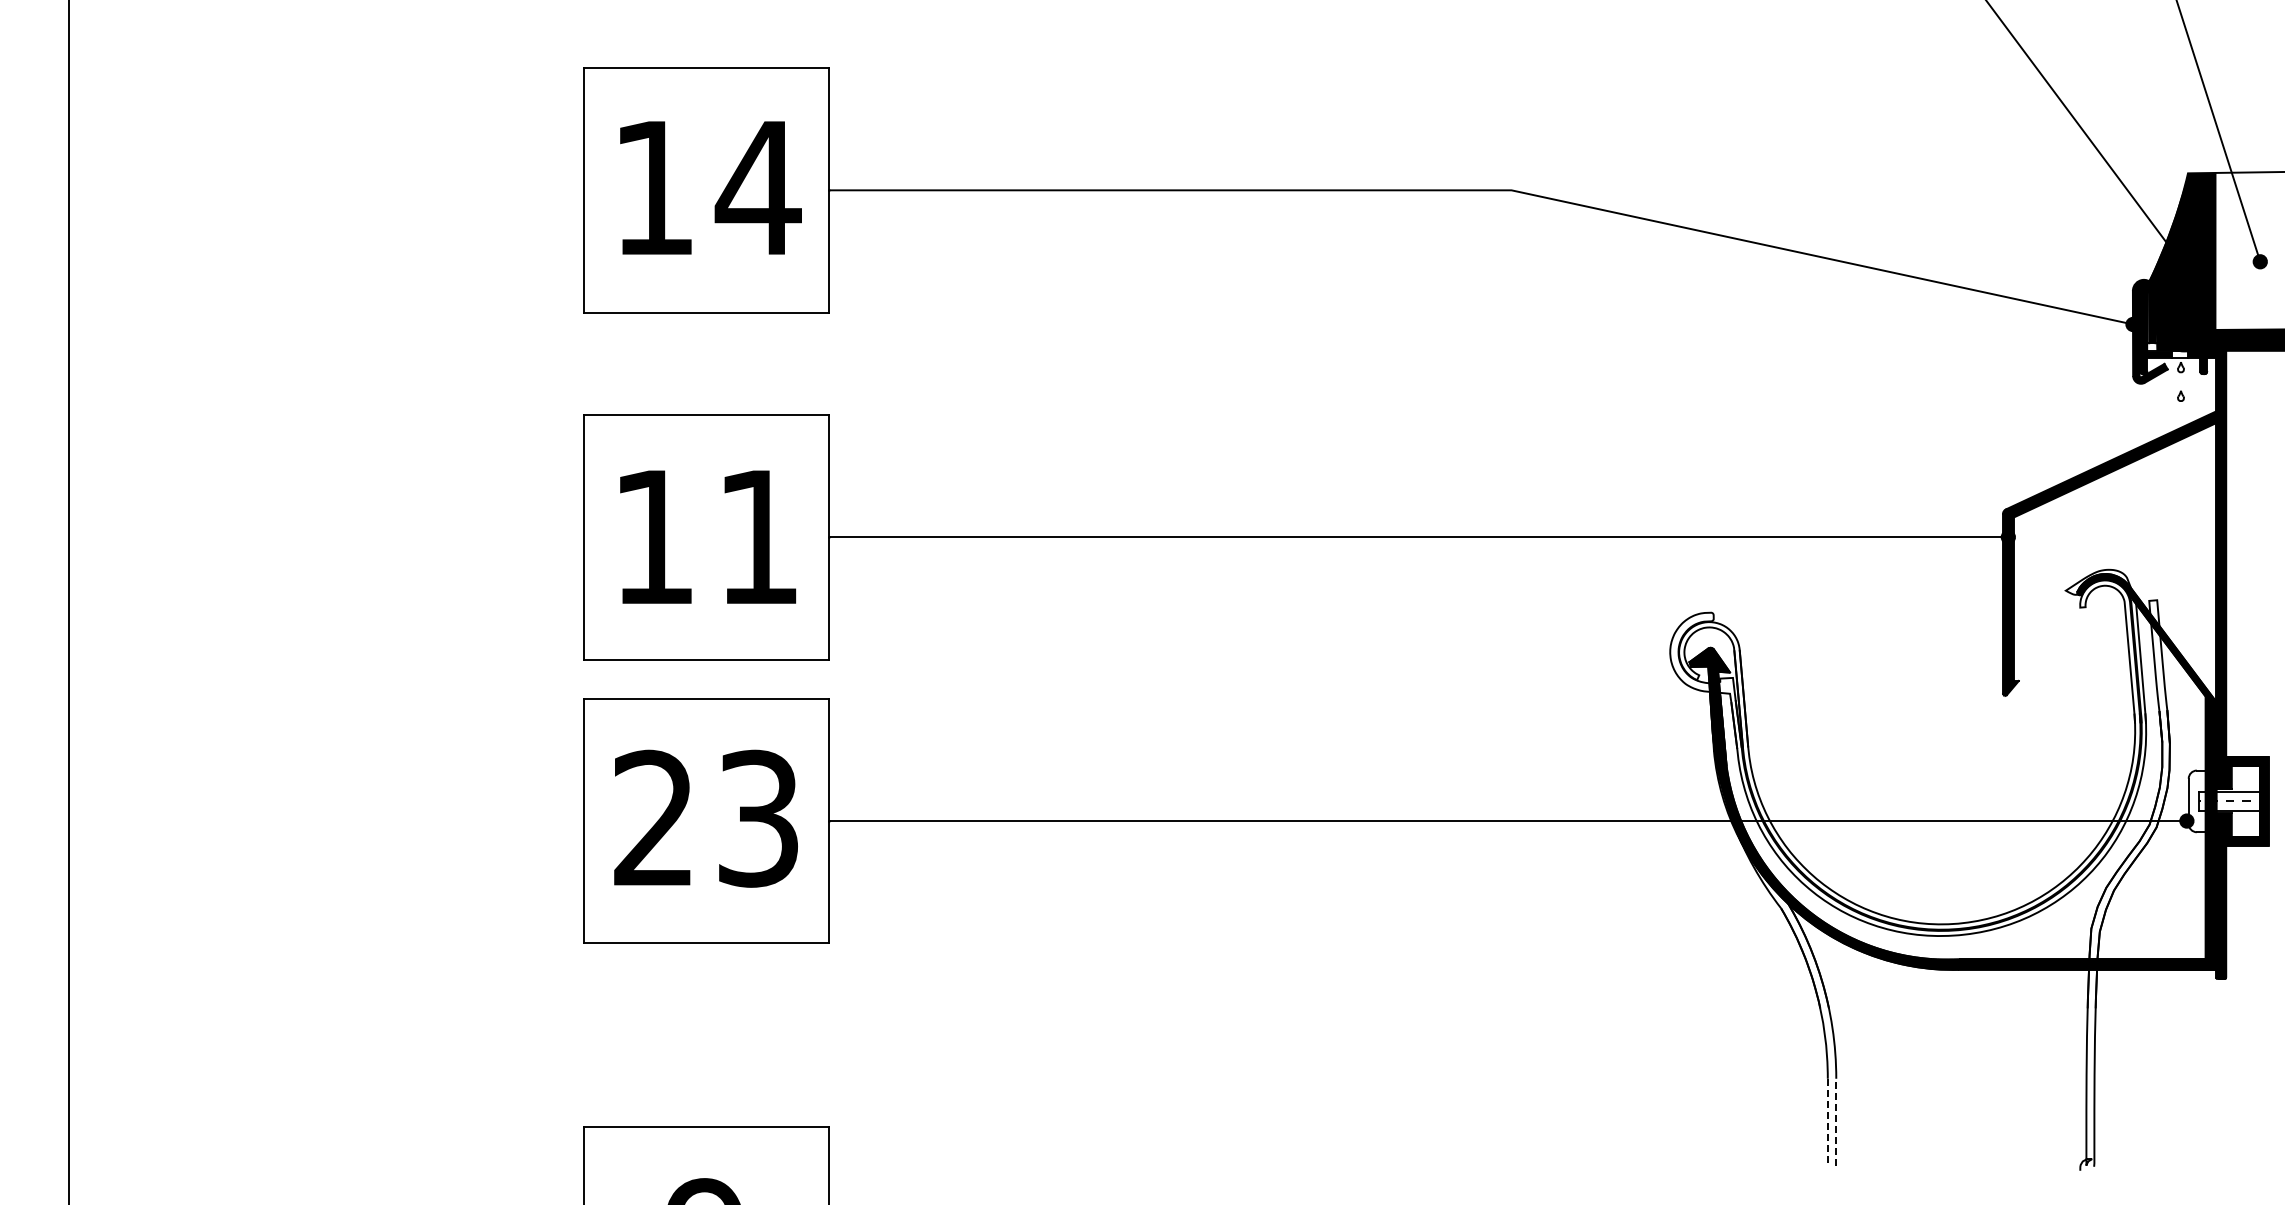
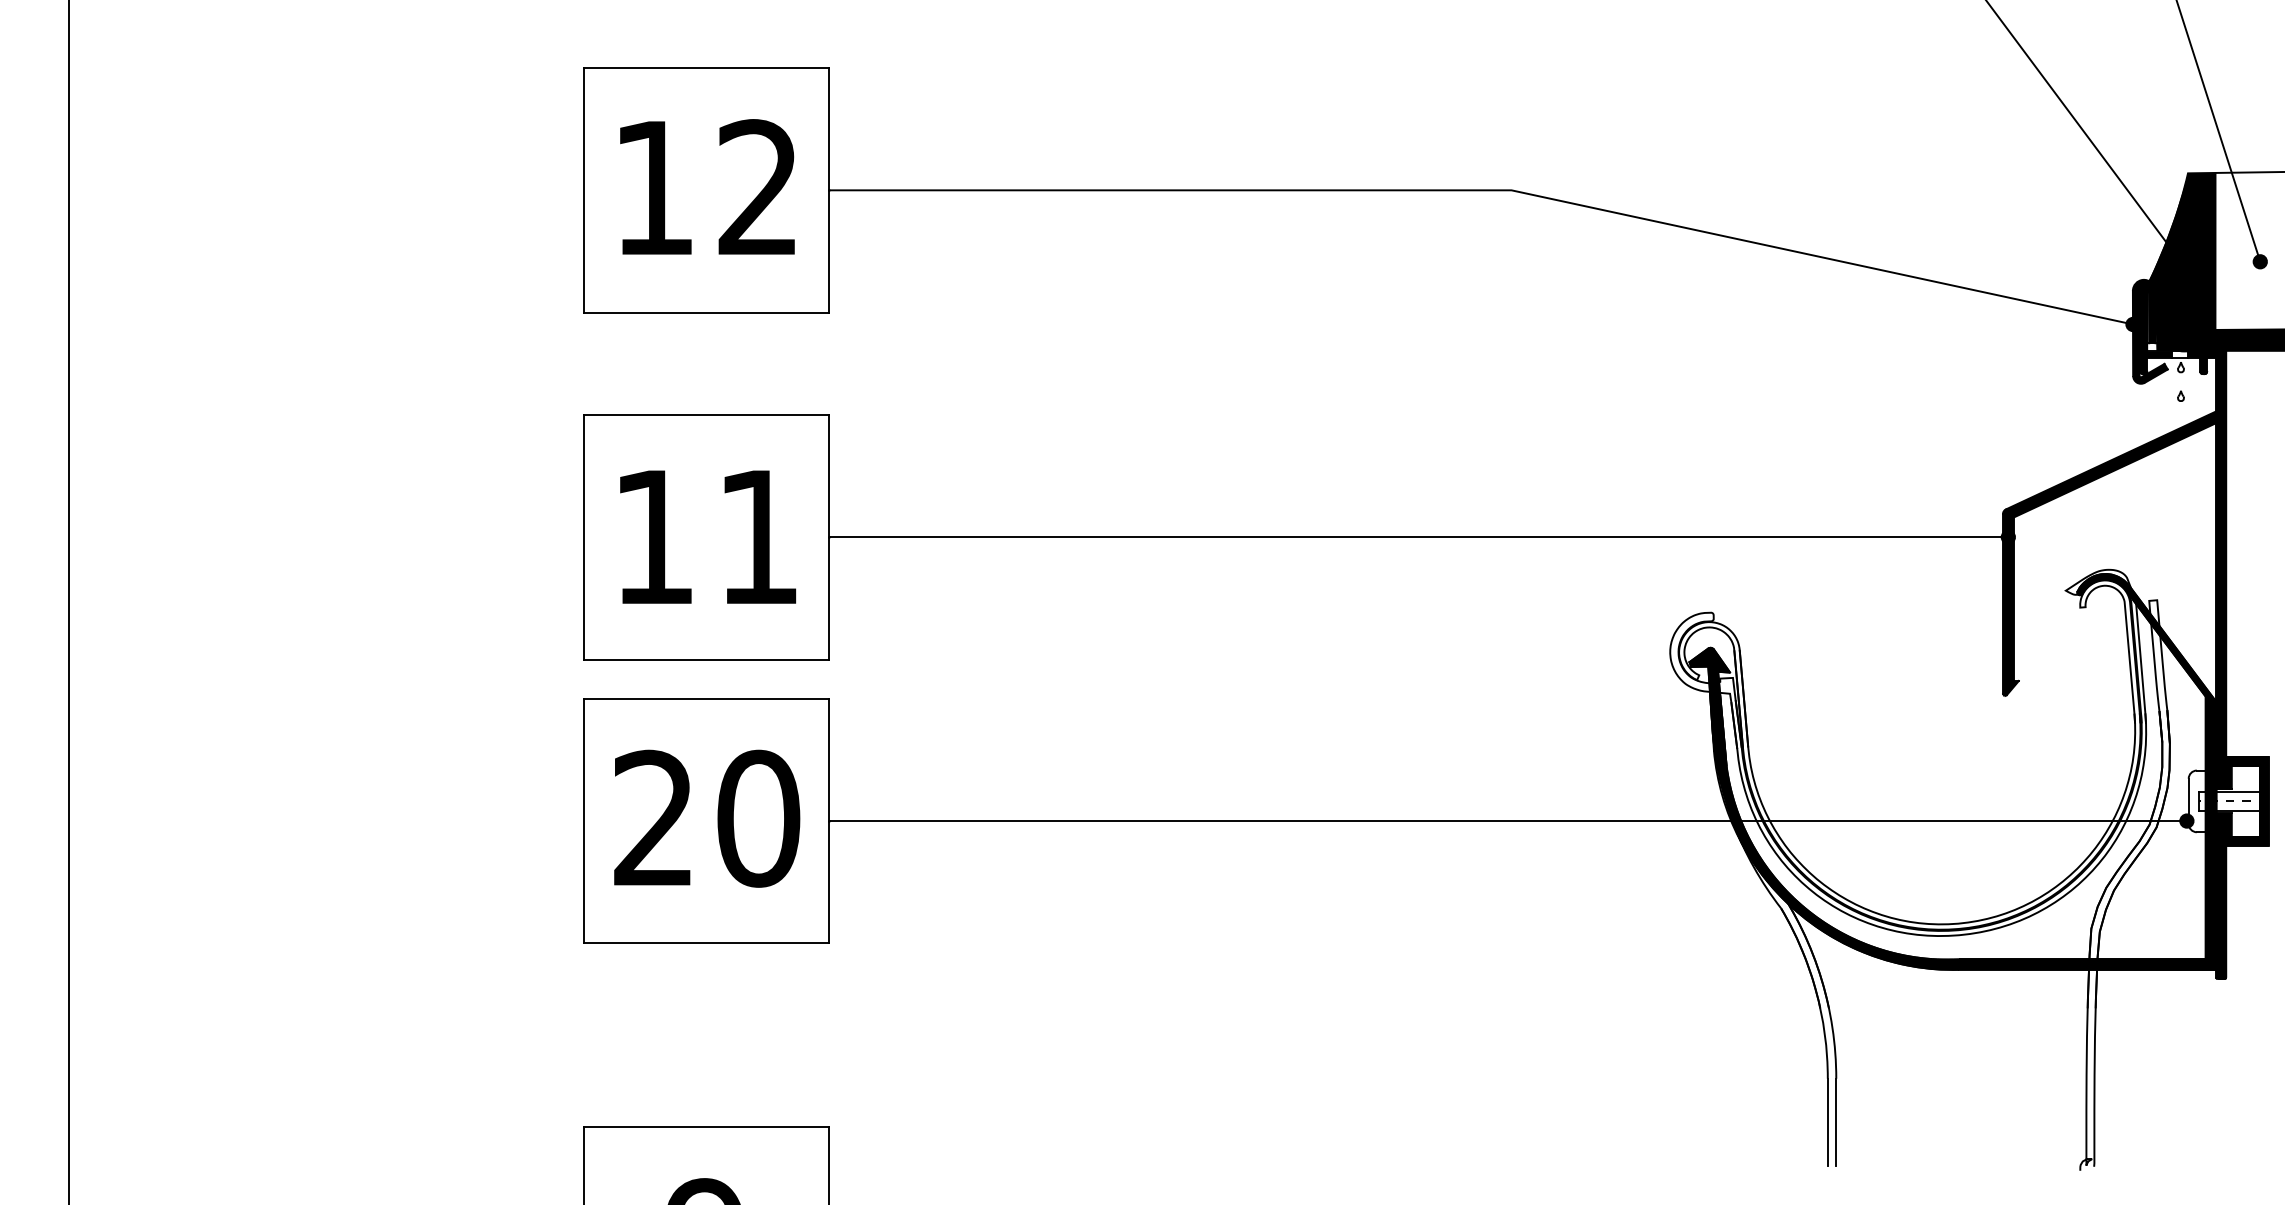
text at (757, 186): 14 -> 12
text at (758, 818): 23 -> 20
line at (1827, 1122): dashed -> solid
line at (1836, 1122): dashed -> solid
